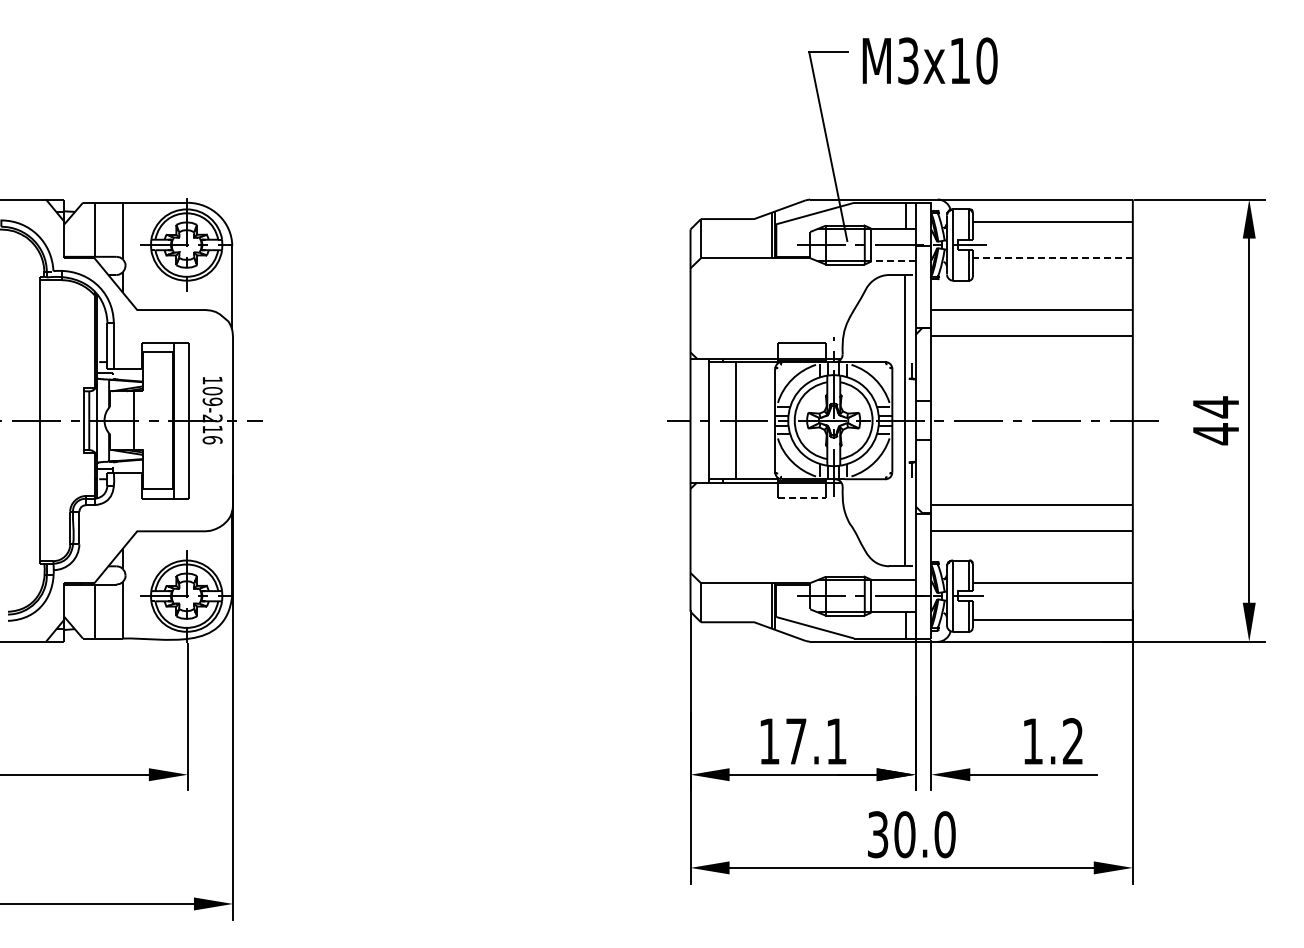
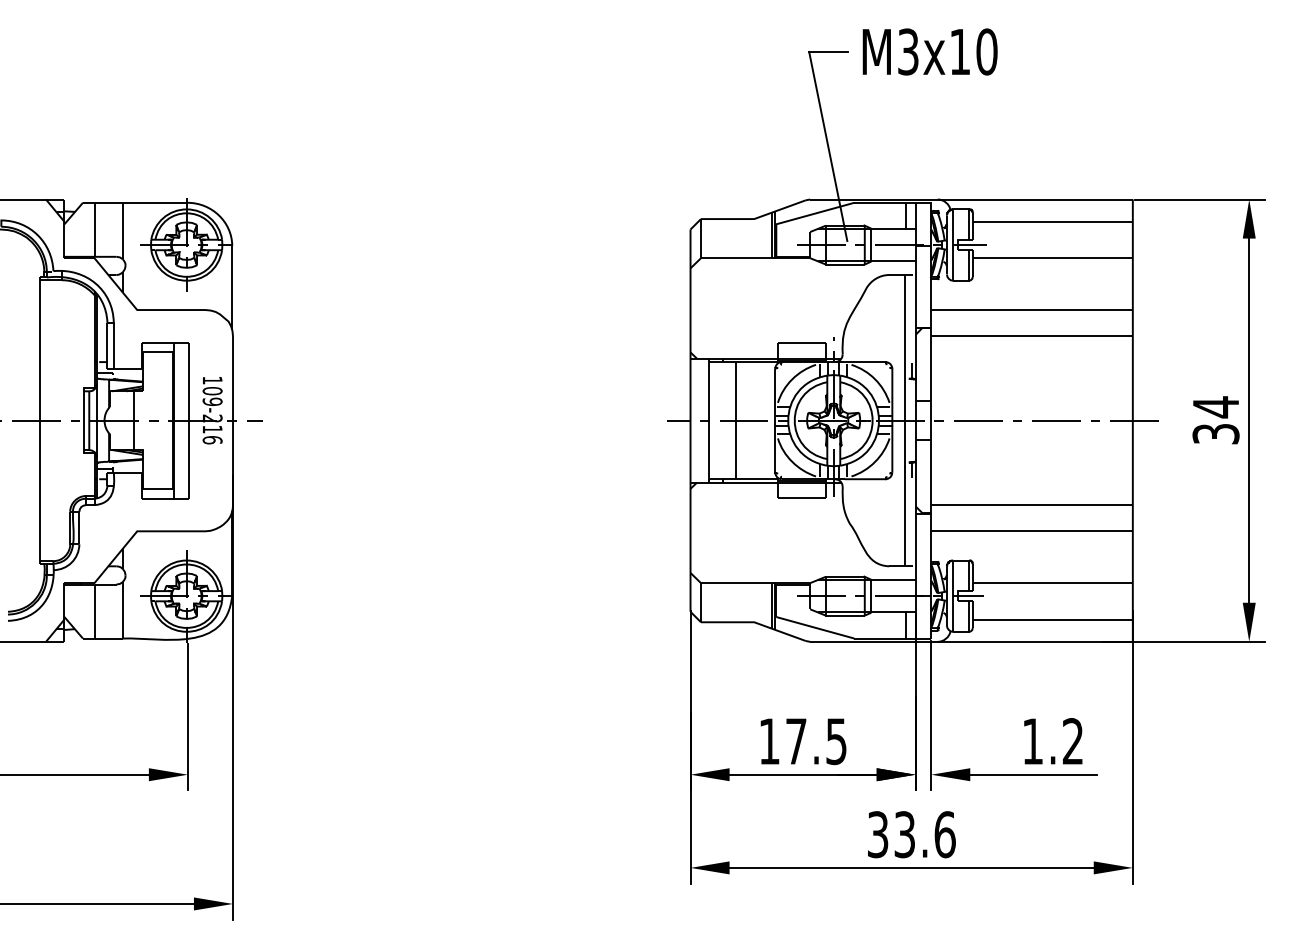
text at (929, 60) position: (929, 60) -> (929, 51)
line at (1052, 258): dashed -> solid
line at (893, 261): dashed -> solid
text at (1215, 434): 44 -> 34
line at (802, 498): dashed -> solid
text at (836, 741): 17.1 -> 17.5
text at (924, 834): 30.0 -> 33.6
